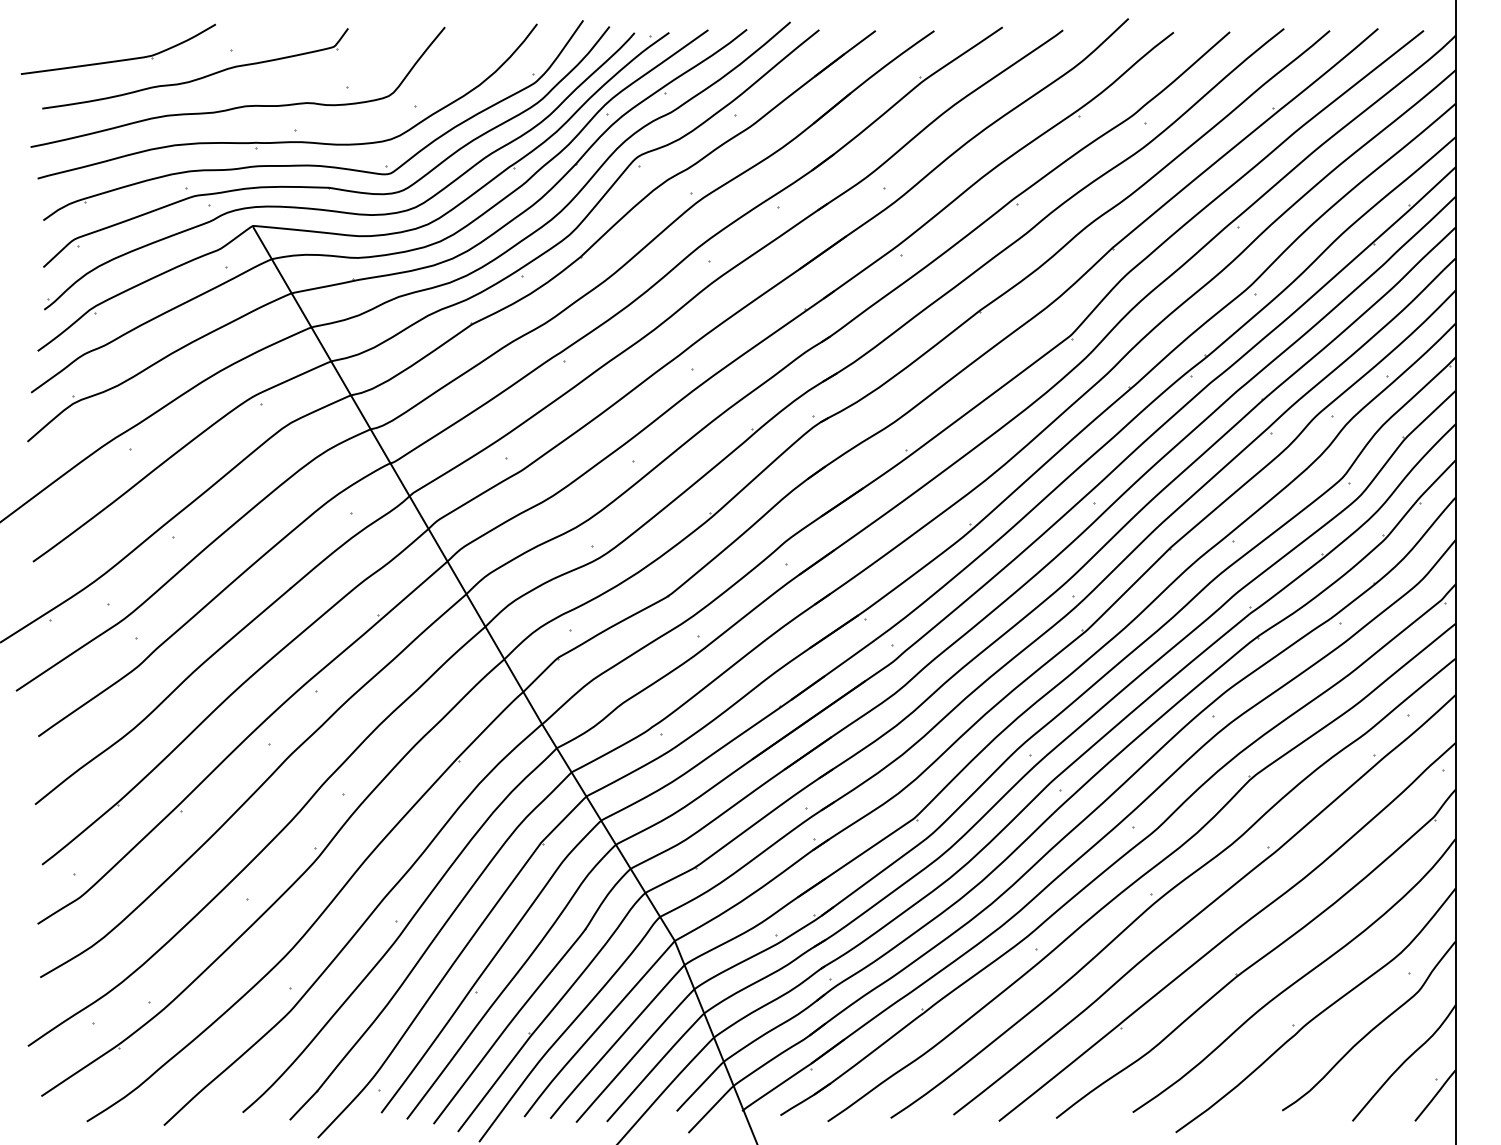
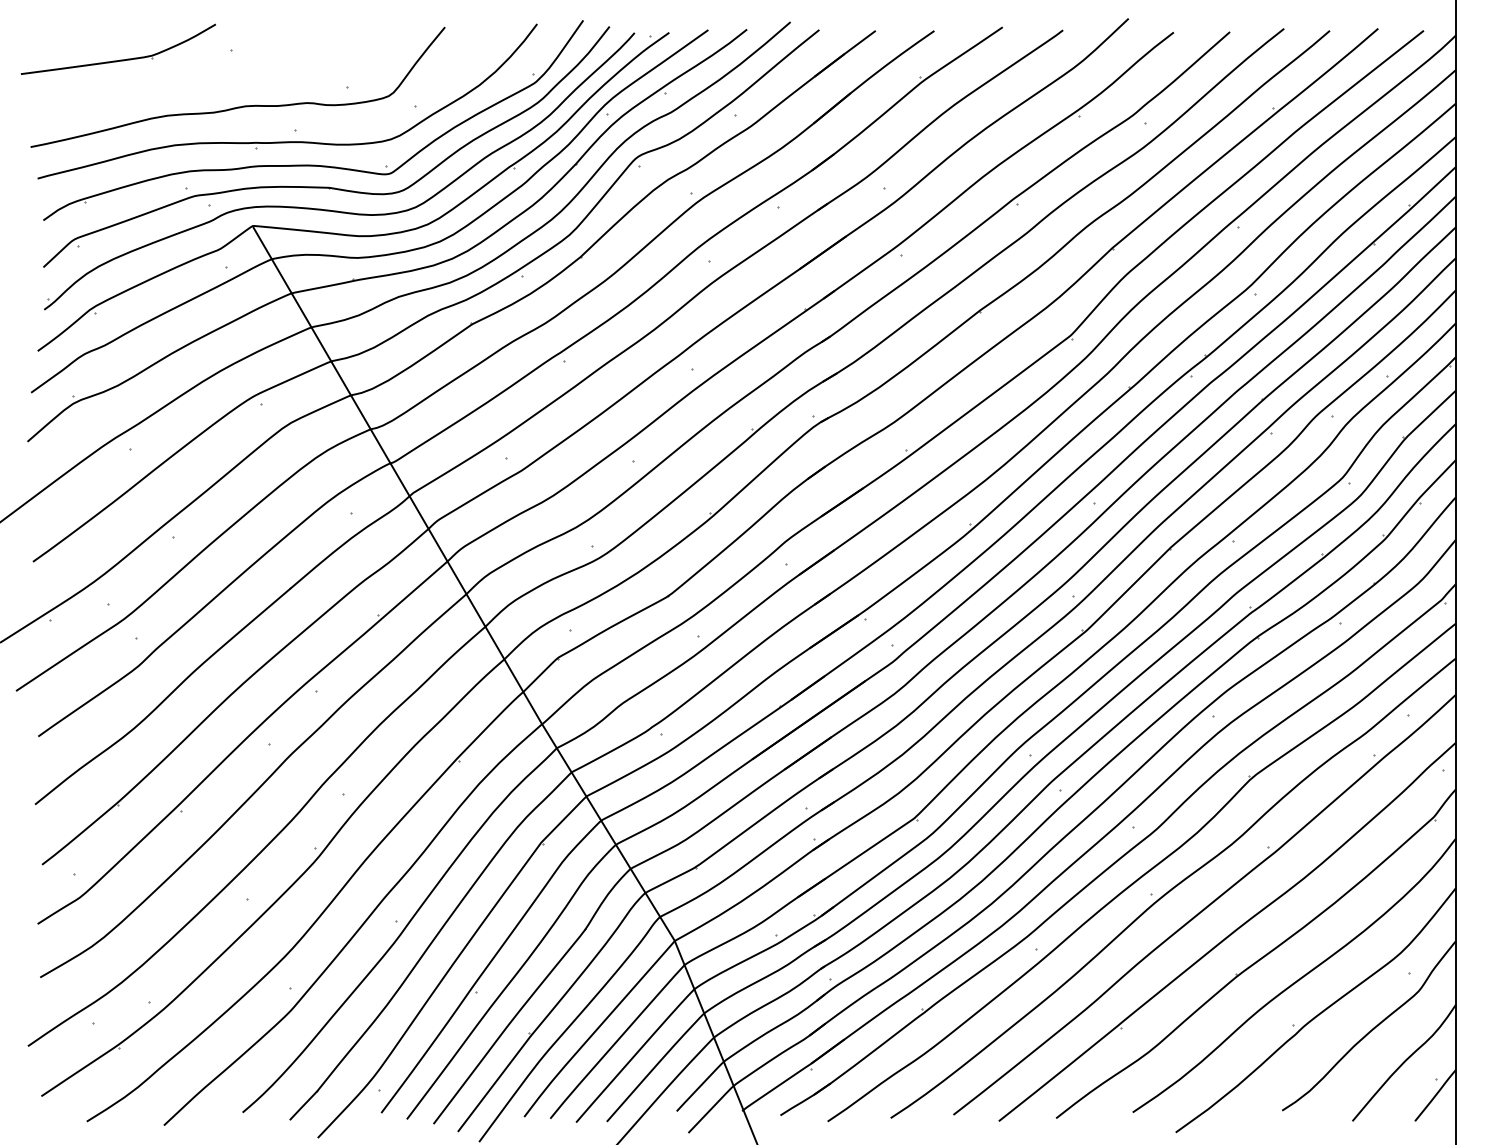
part at (199, 77): present -> none
